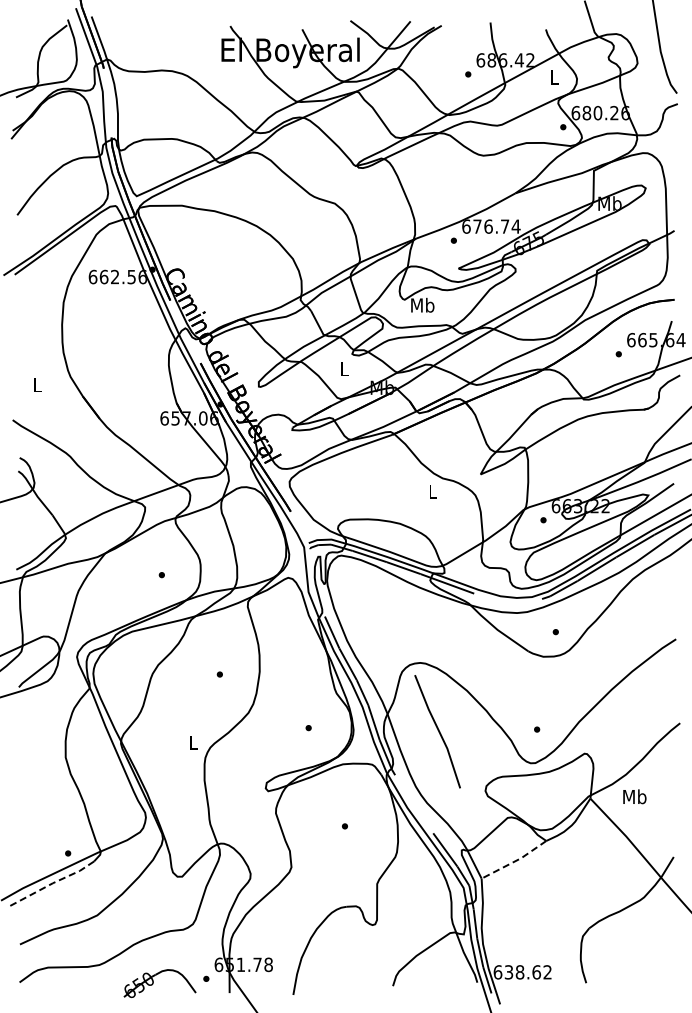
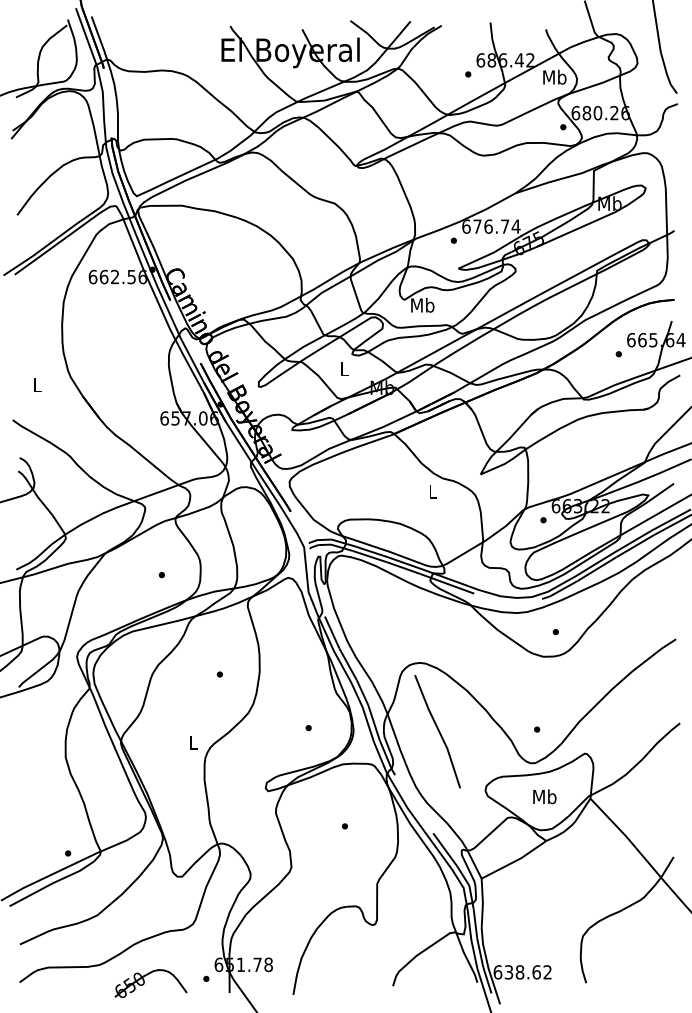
text at (554, 76): L -> Mb
text at (634, 796) position: (634, 796) -> (544, 796)
line at (515, 861): dashed -> solid
line at (52, 883): dashed -> solid
part at (159, 983) position: (159, 983) -> (150, 983)
